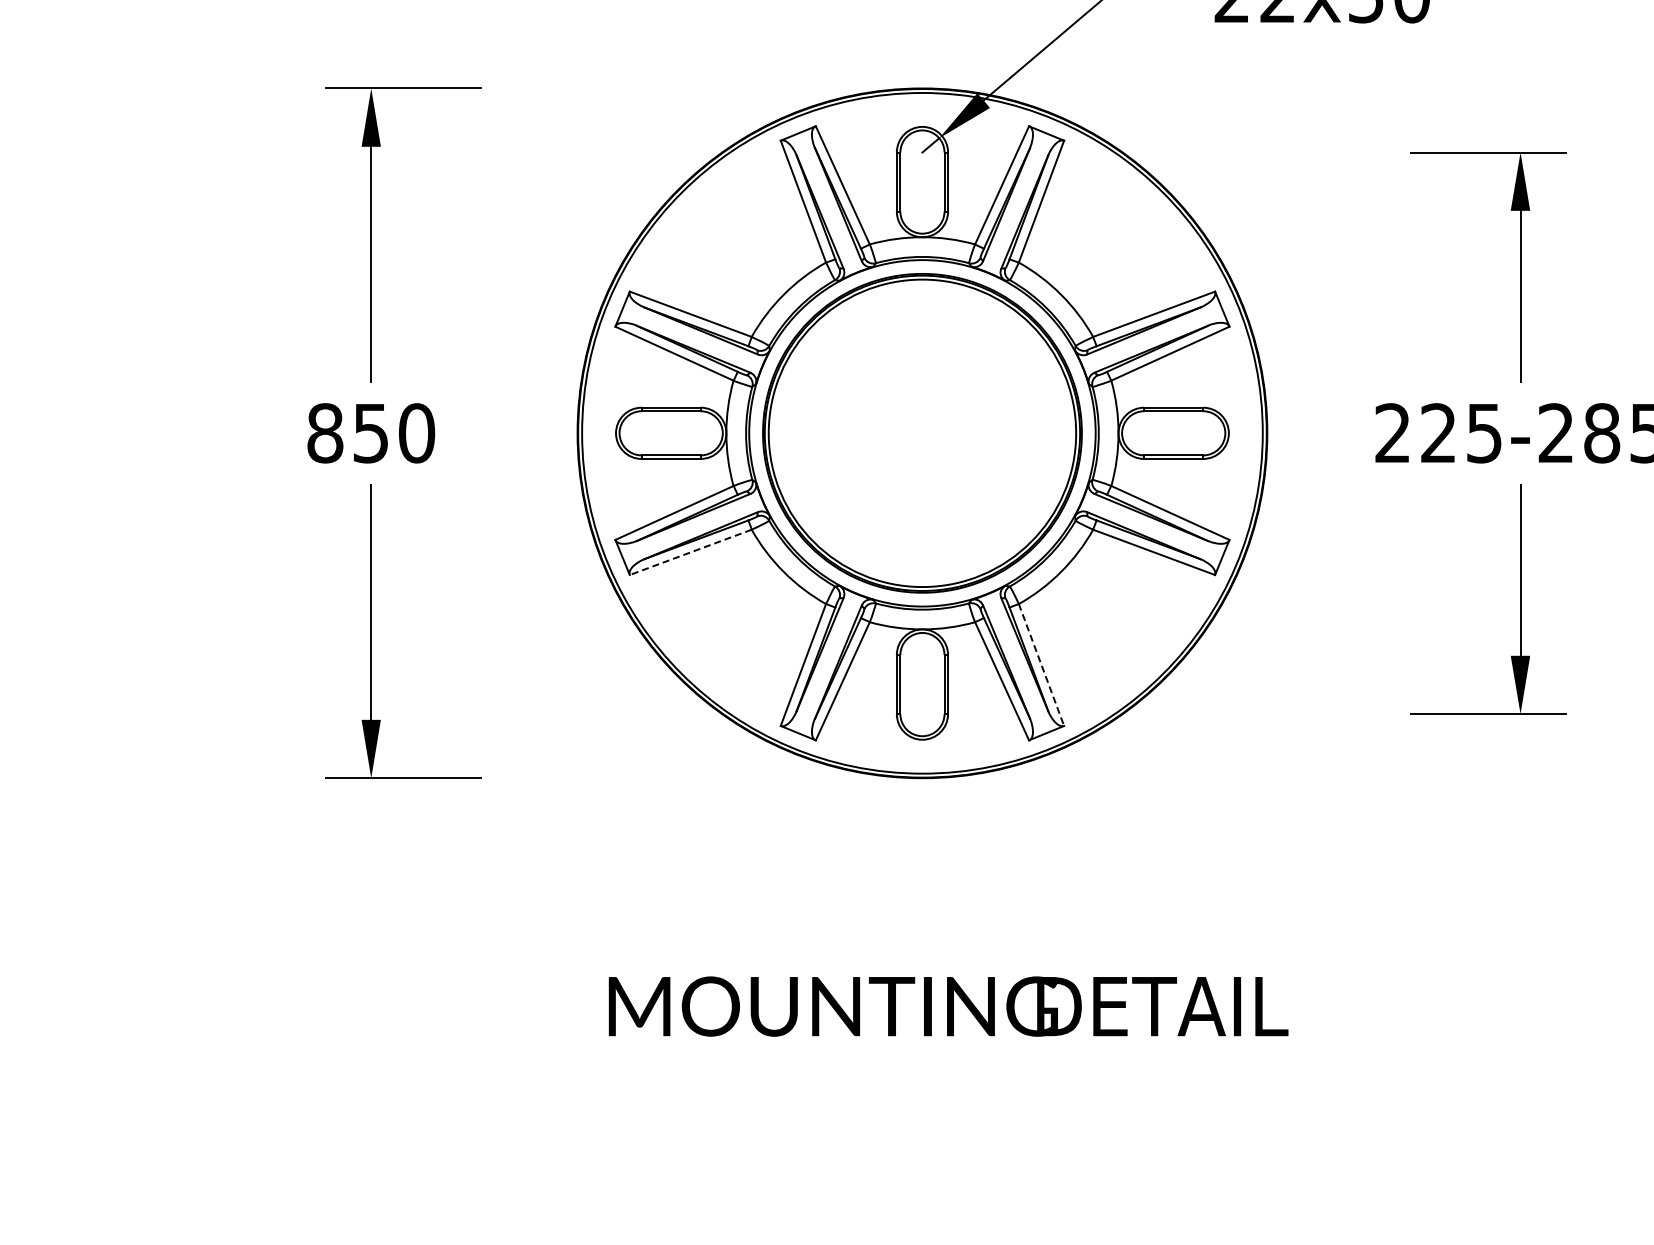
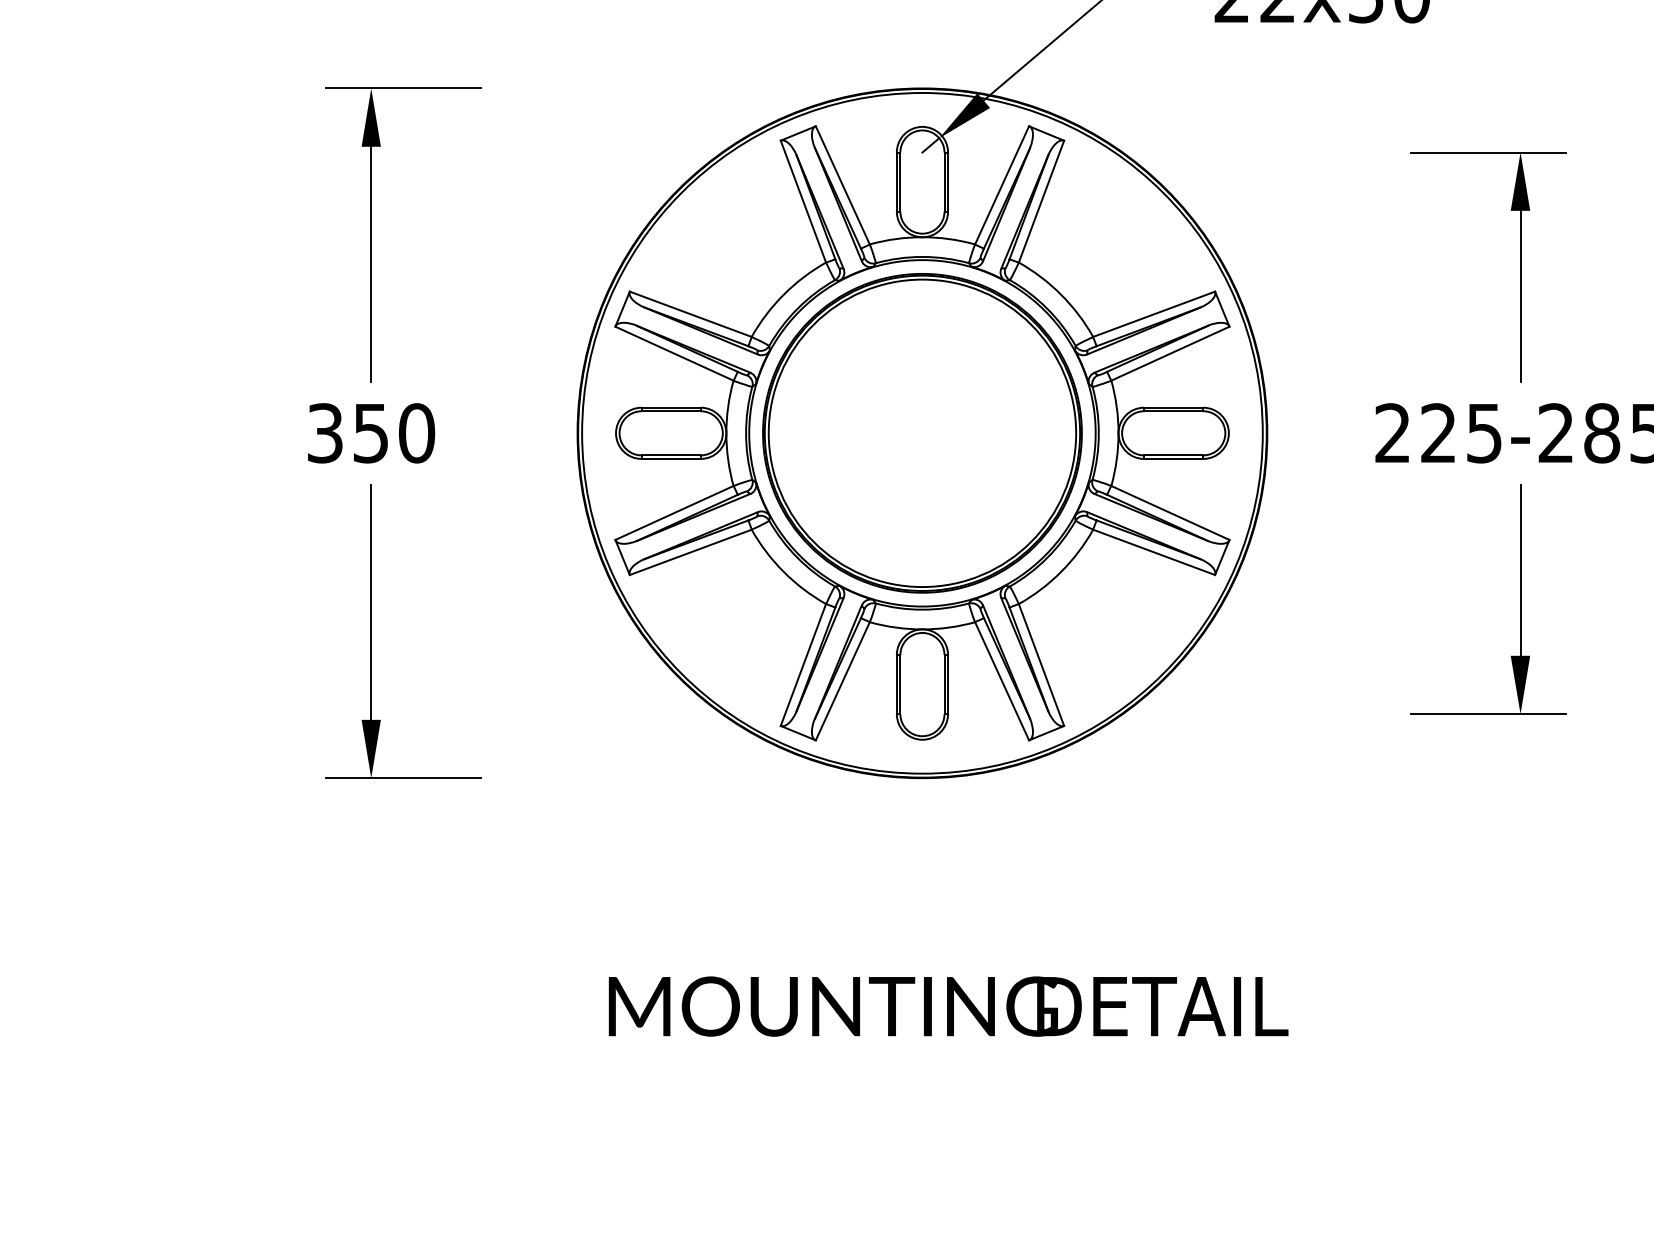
text at (325, 433): 850 -> 350
line at (690, 552): dashed -> solid
line at (1041, 665): dashed -> solid
